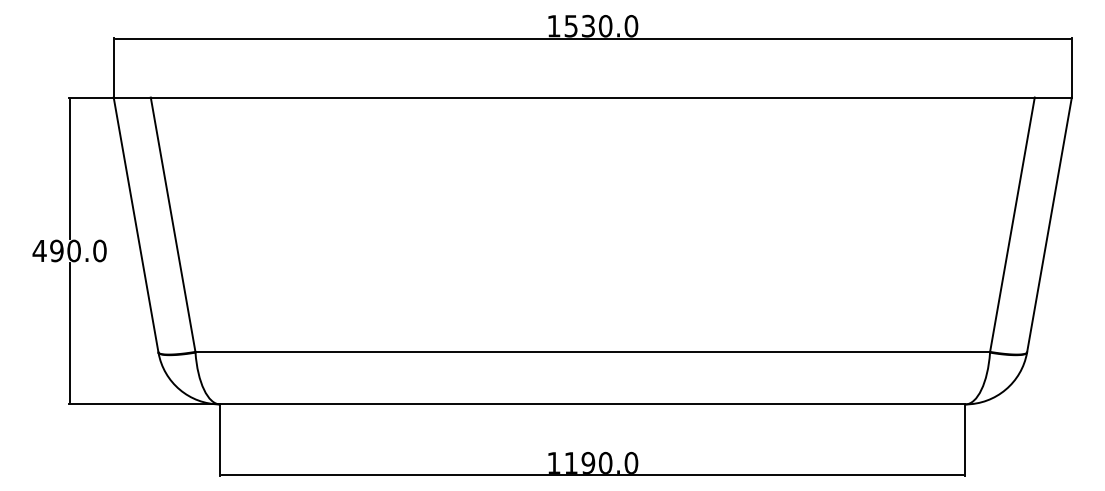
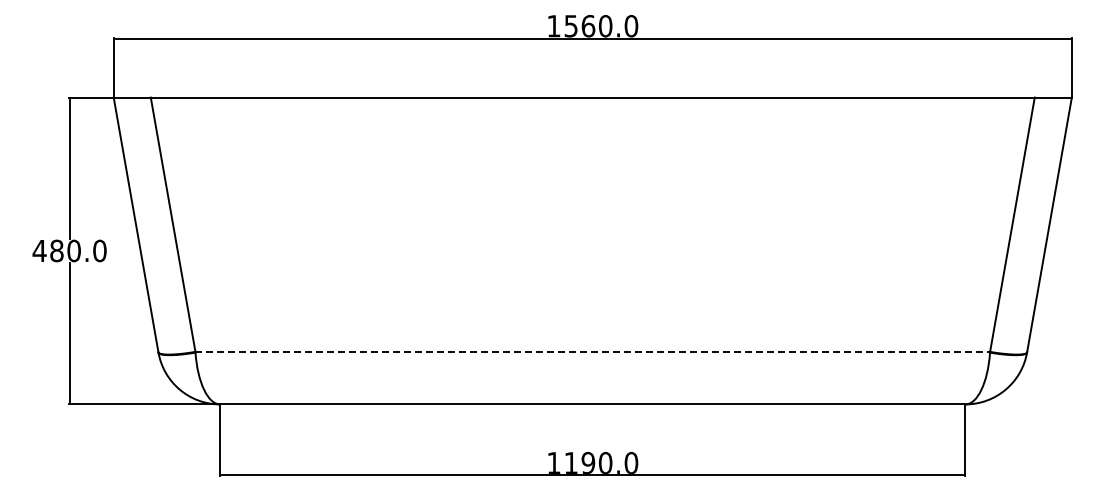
text at (588, 25): 1530.0 -> 1560.0
text at (56, 250): 490.0 -> 480.0
line at (593, 351): solid -> dashed
